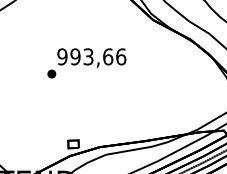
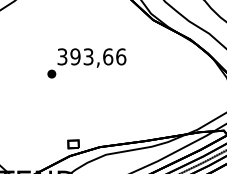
text at (62, 56): 993,66 -> 393,66
